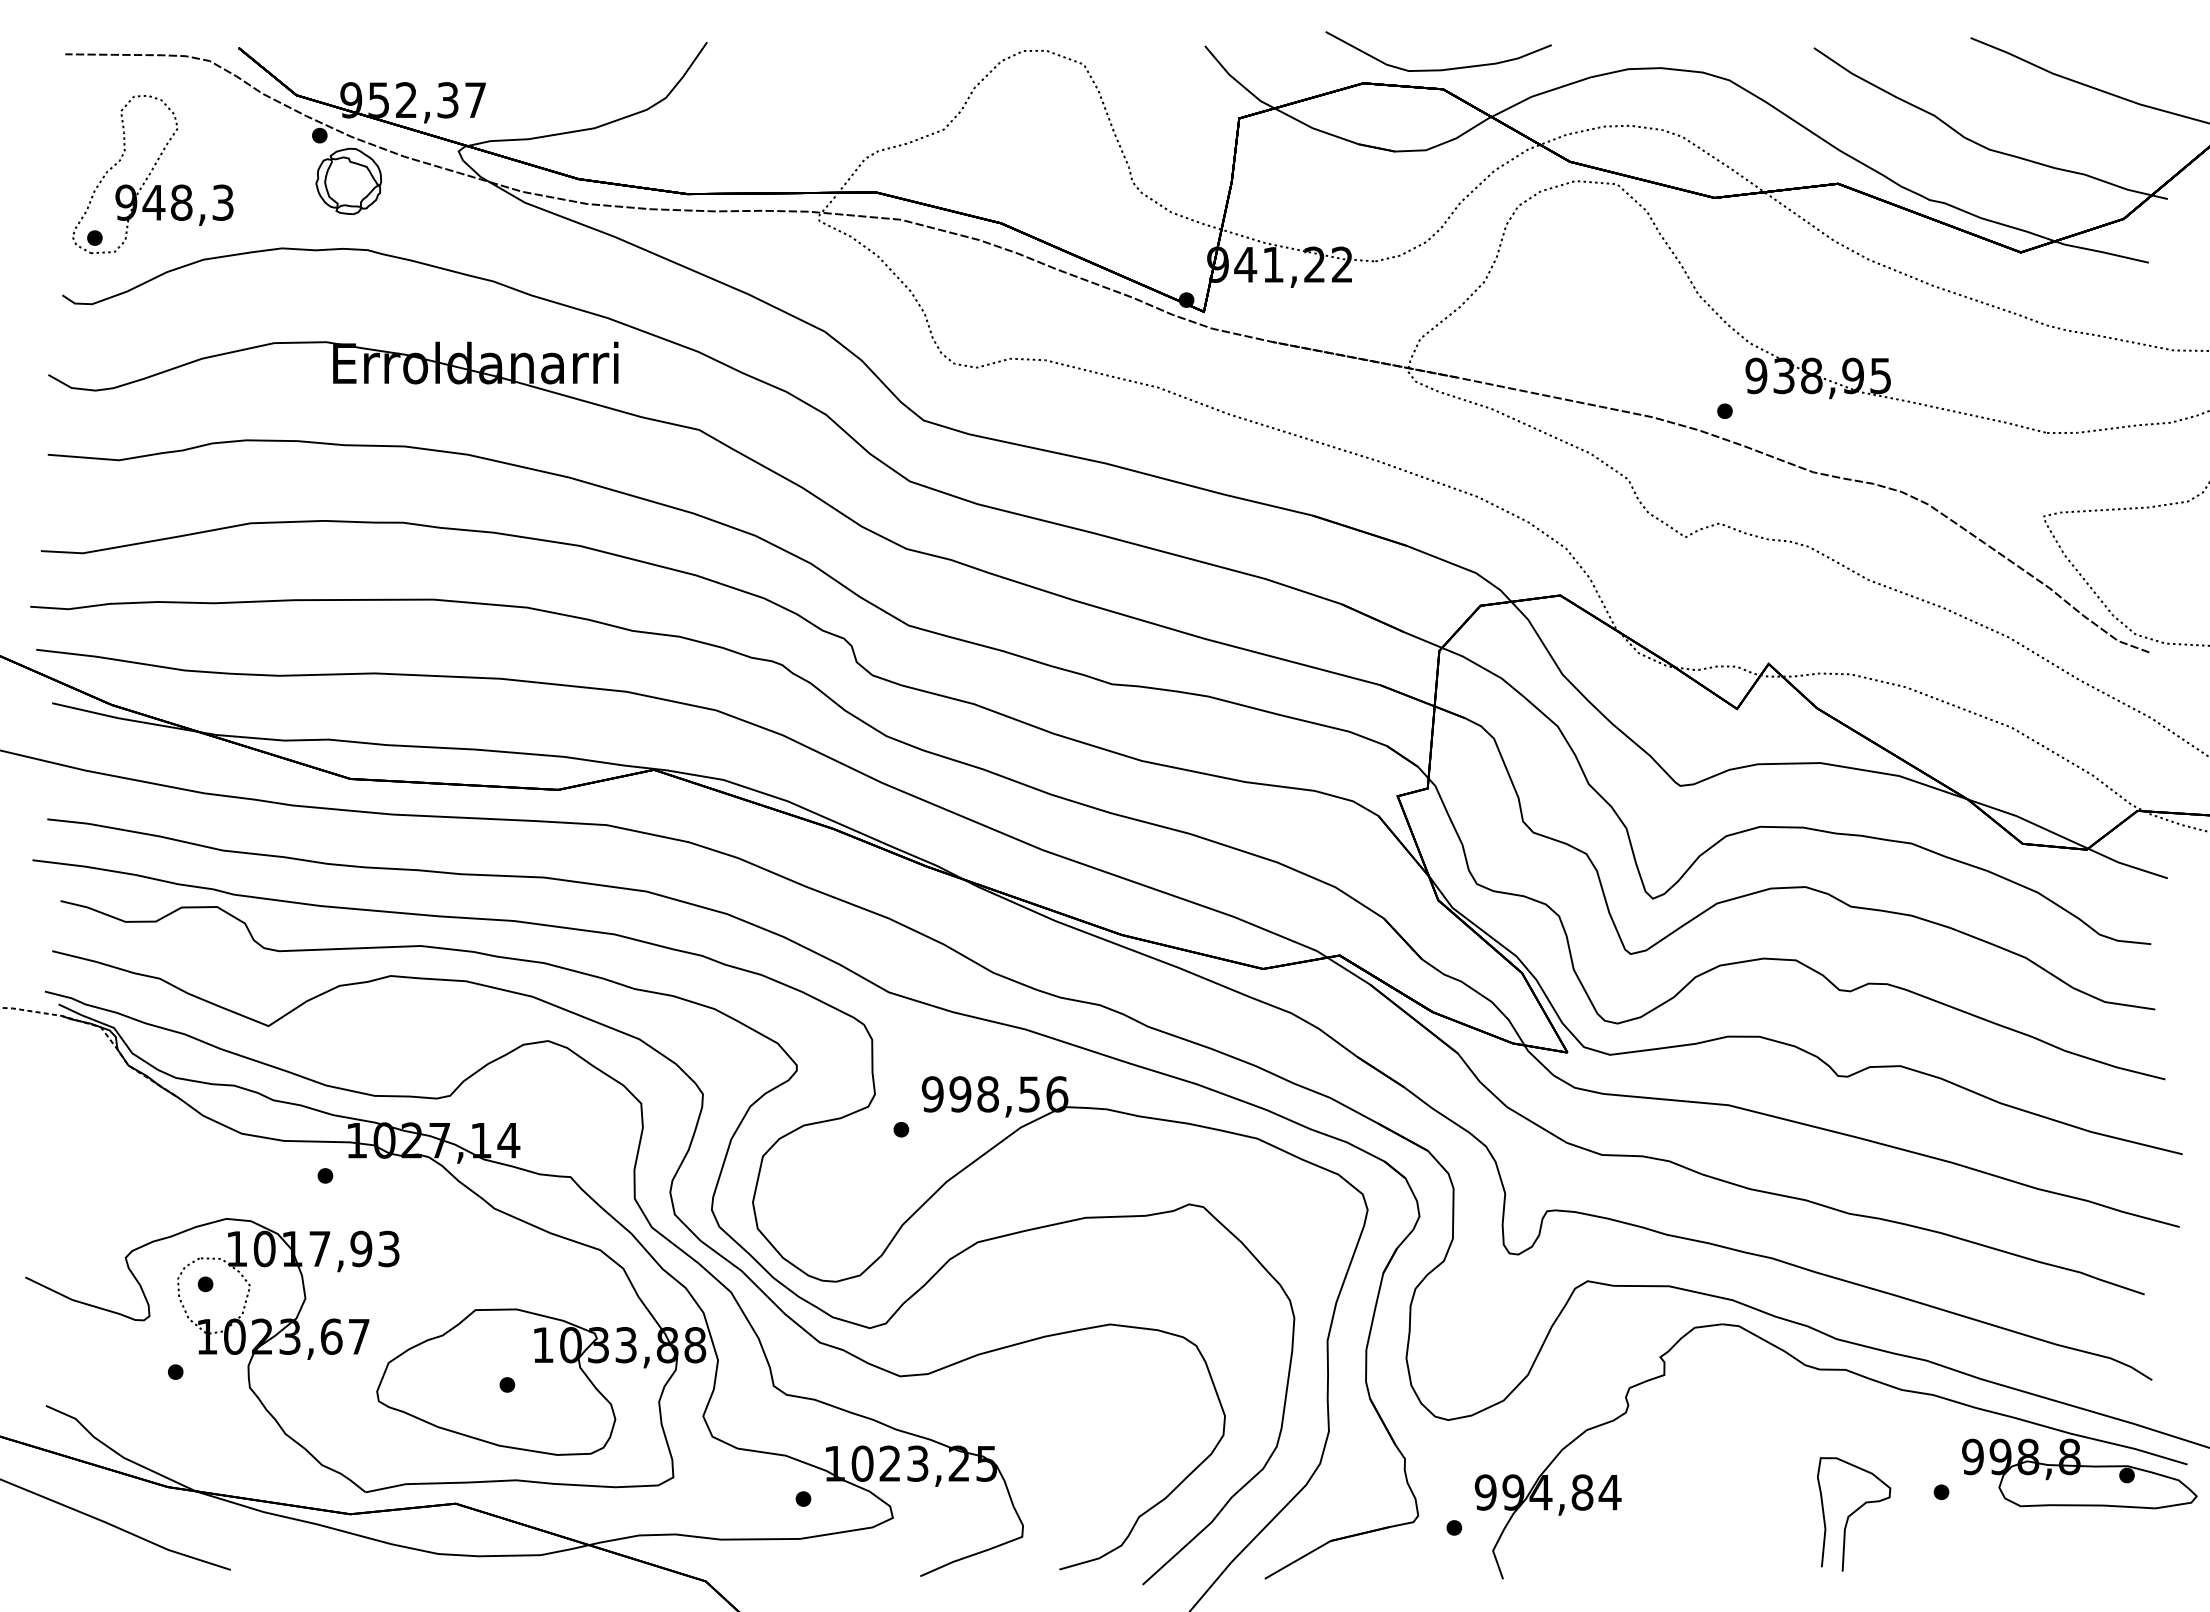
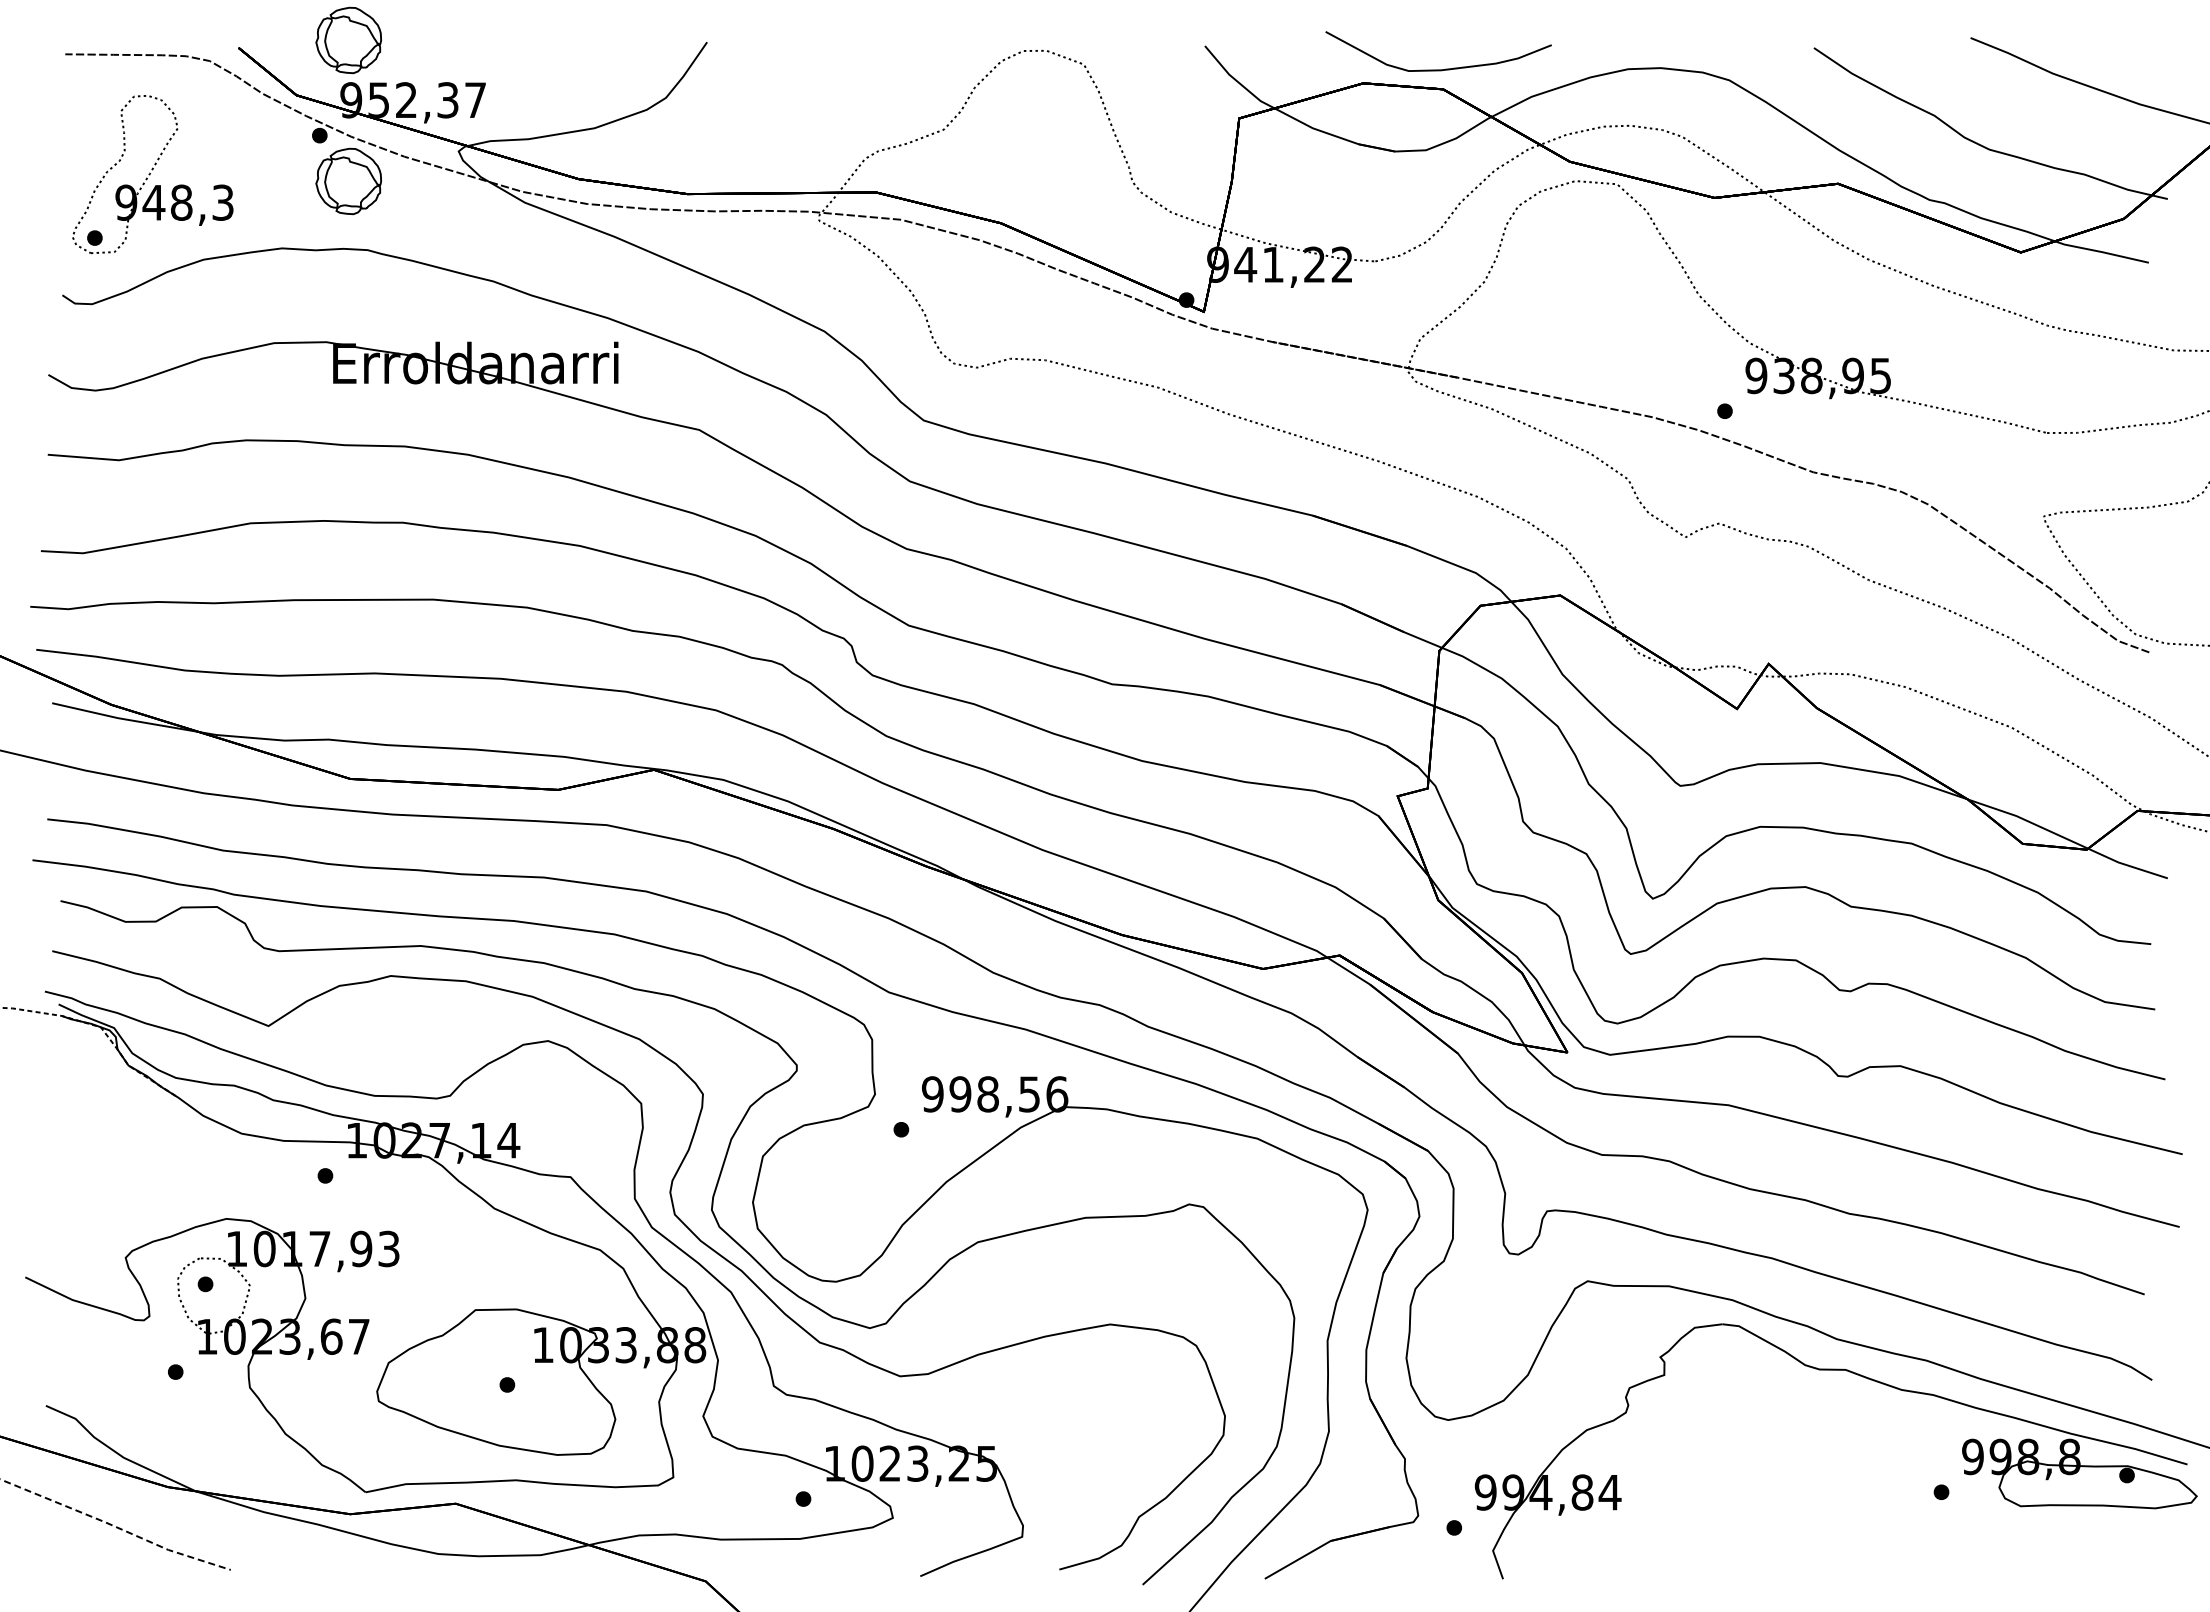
part at (348, 40): none -> present
curve at (1854, 1513): present -> none
line at (115, 1526): solid -> dashed
